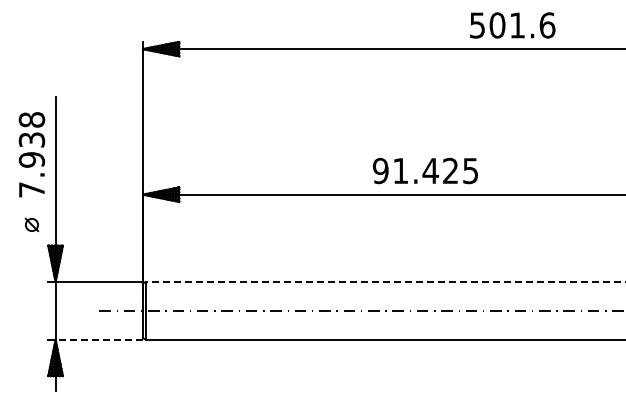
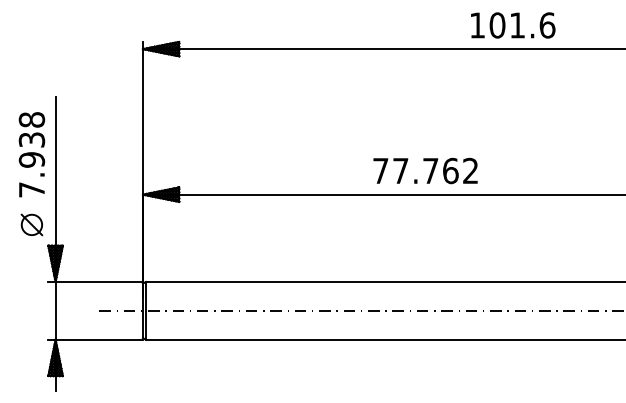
text at (477, 25): 501.6 -> 101.6
text at (424, 170): 91.425 -> 77.762
part at (31, 224) size: 16x16 px -> 24x24 px
line at (385, 281): dashed -> solid
line at (99, 339): dashed -> solid
